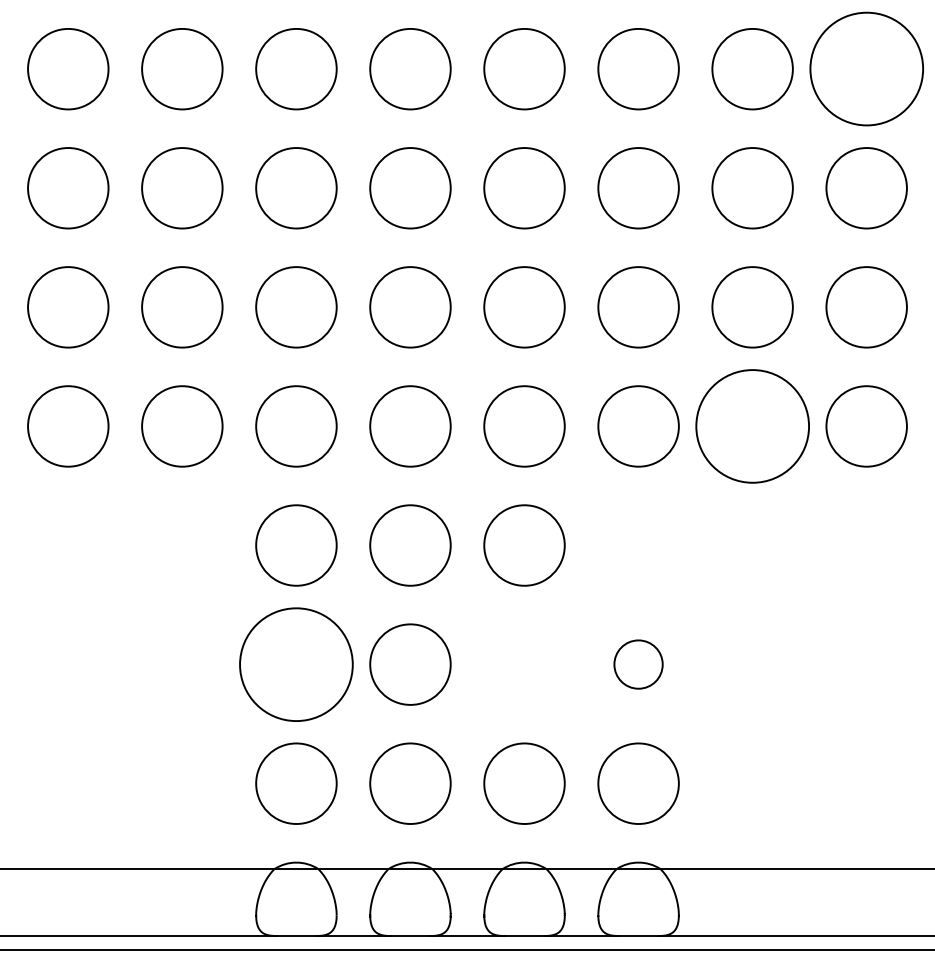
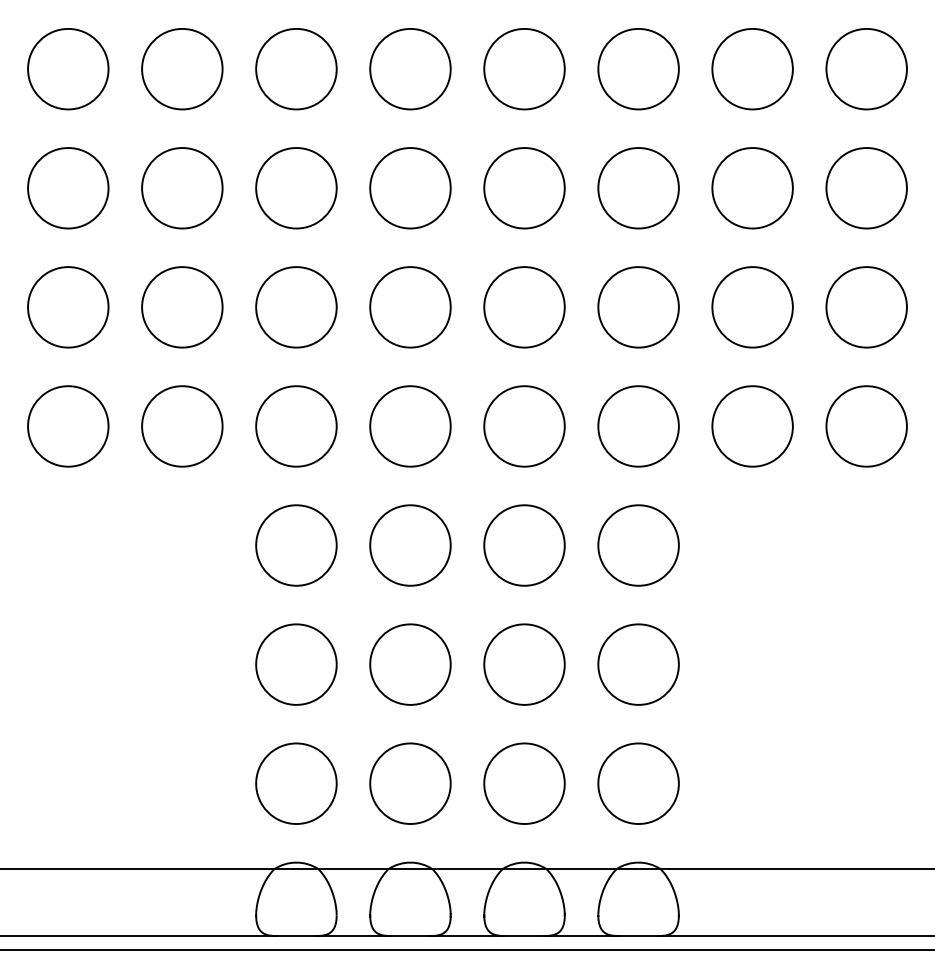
part at (866, 68) size: 115x116 px -> 83x83 px
part at (752, 426) size: 115x115 px -> 83x83 px
part at (638, 545): none -> present
part at (296, 664) size: 115x115 px -> 83x83 px
part at (524, 664): none -> present
part at (638, 664) size: 51x51 px -> 83x83 px
